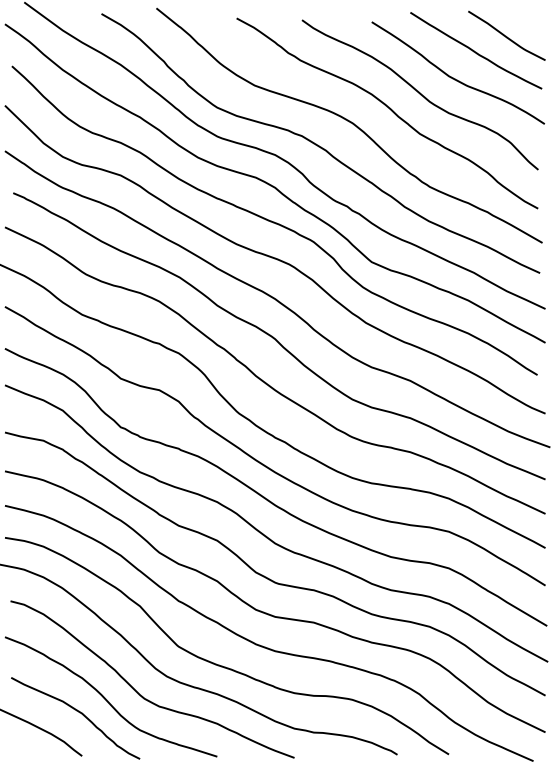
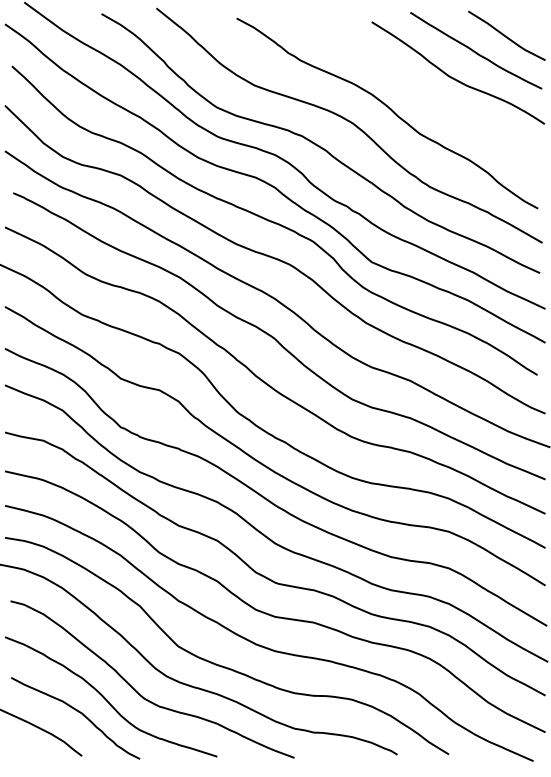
curve at (419, 94): present -> none
